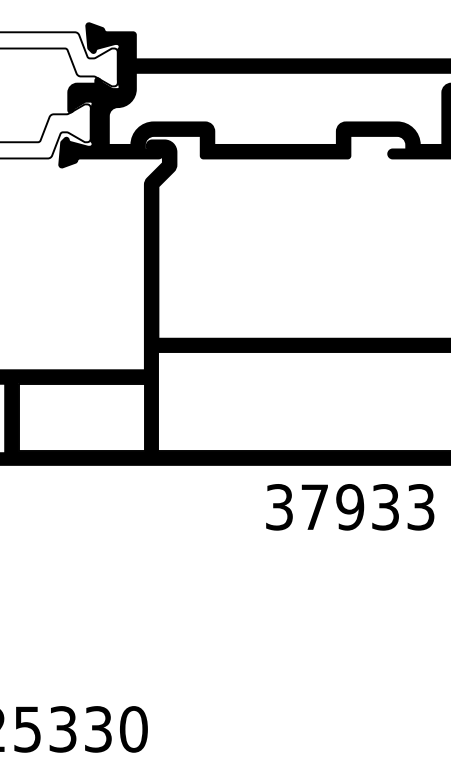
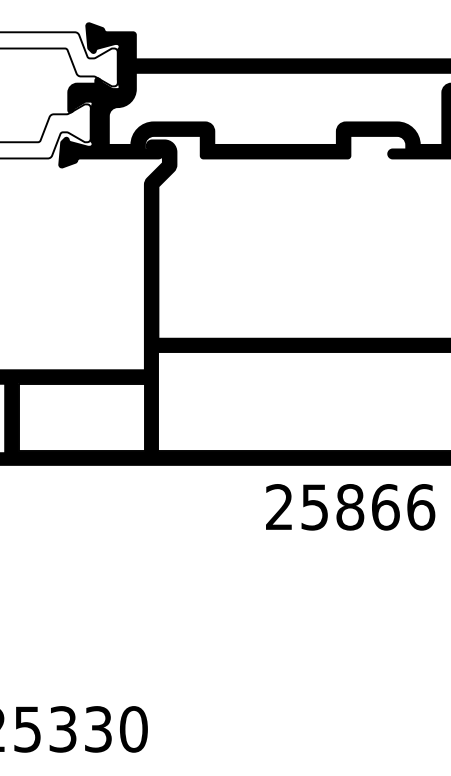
text at (350, 507): 37933 -> 25866
